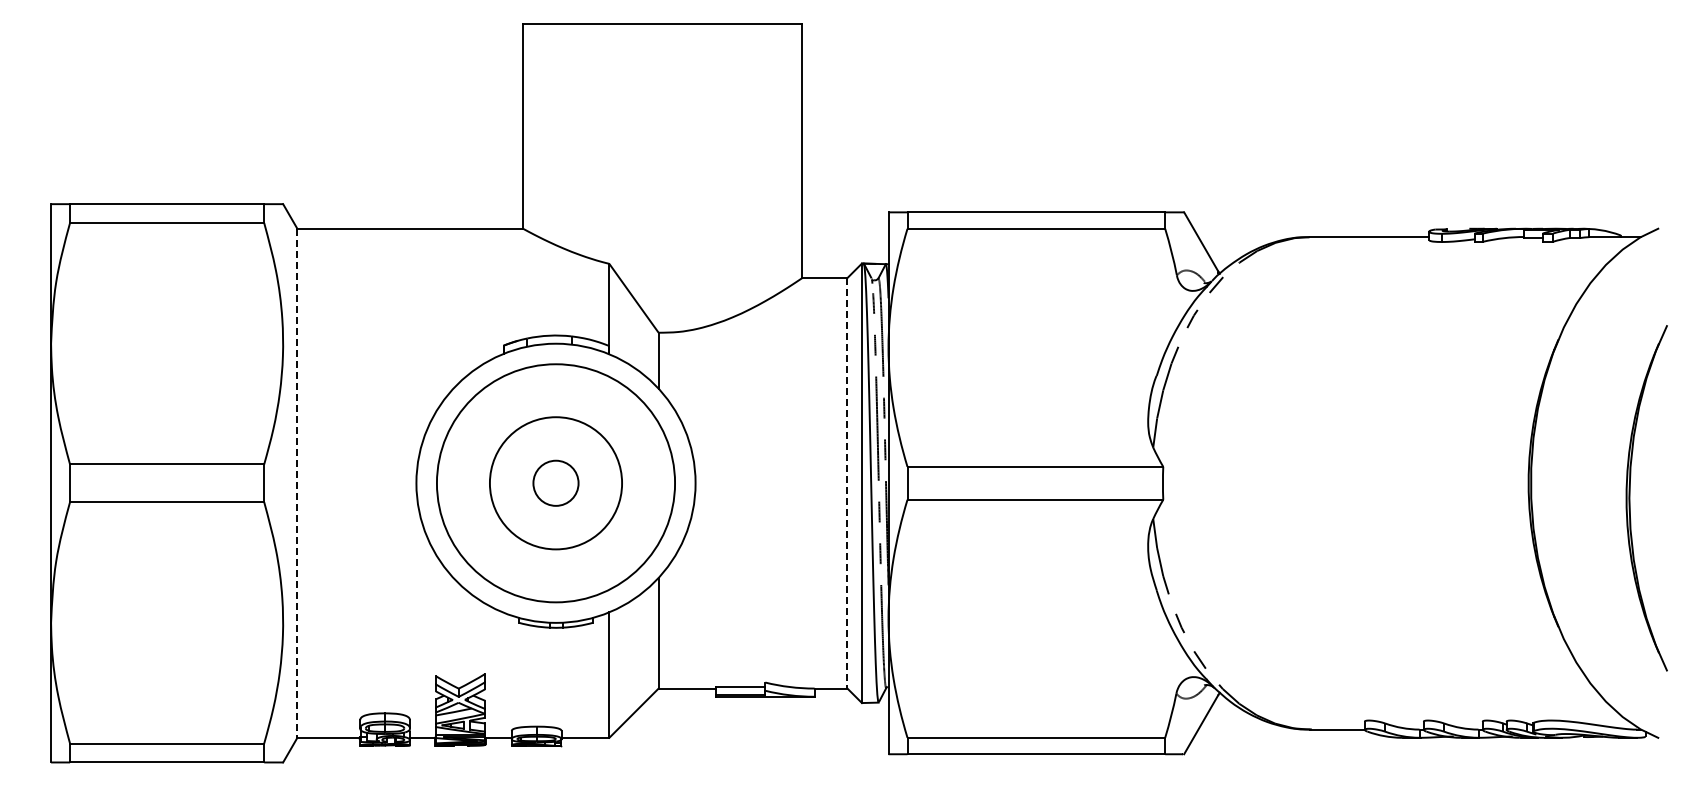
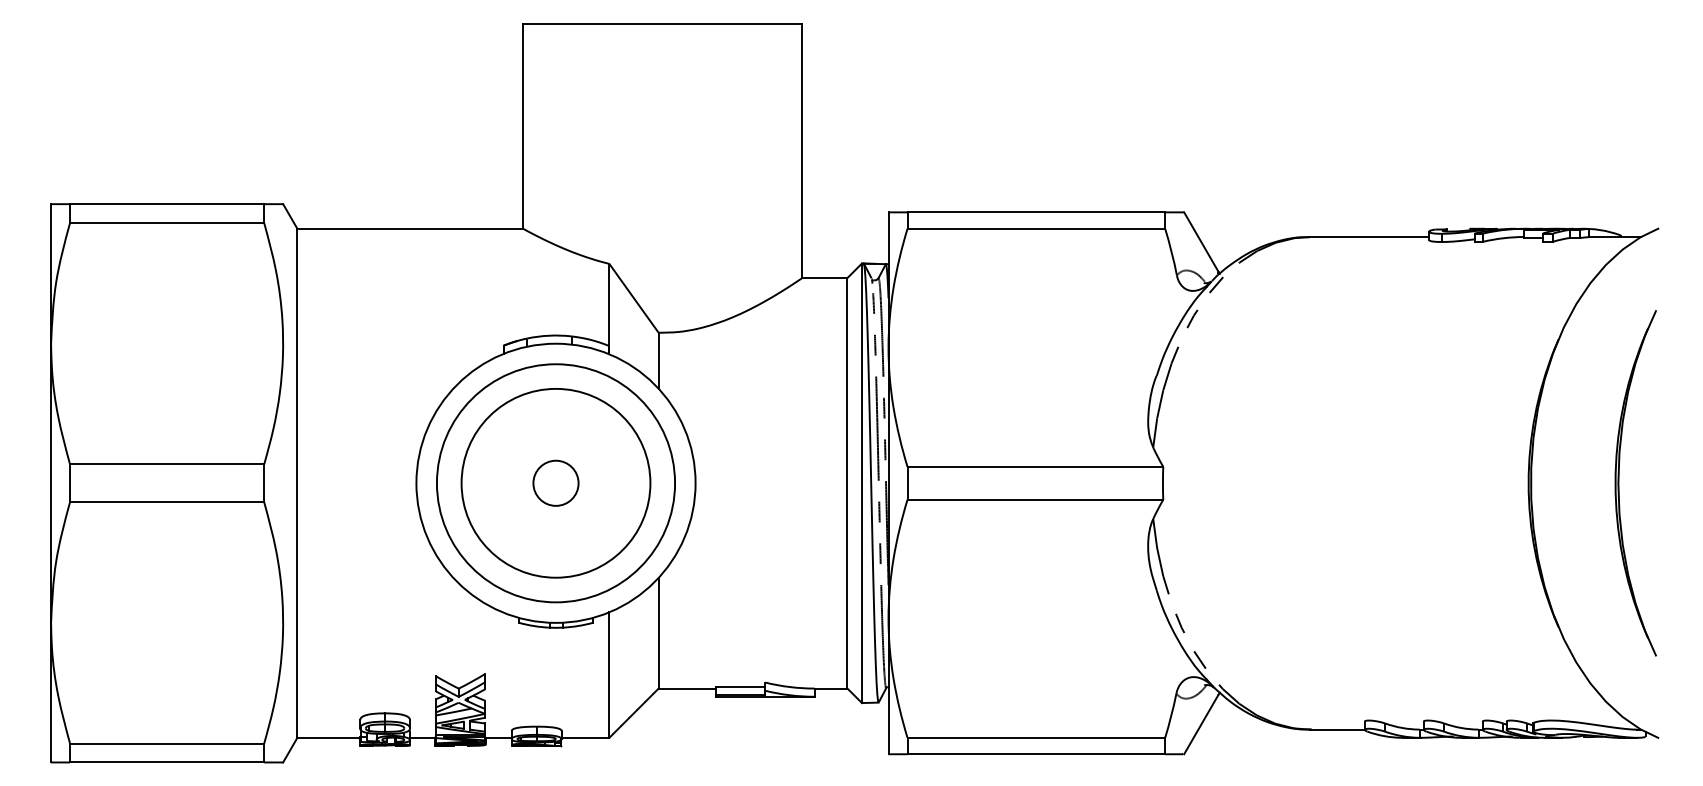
line at (297, 483): dashed -> solid
circle at (555, 483) diameter: 132 px -> 189 px
line at (847, 483): dashed -> solid
part at (1630, 498) position: (1630, 498) -> (1619, 483)
